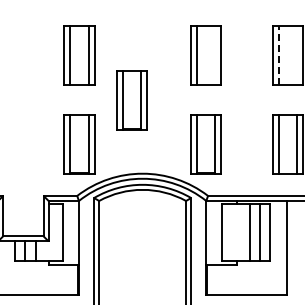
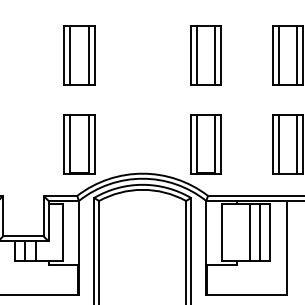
line at (278, 54): dashed -> solid
line at (214, 55): none -> present
line at (296, 55): none -> present
part at (131, 100): present -> none
